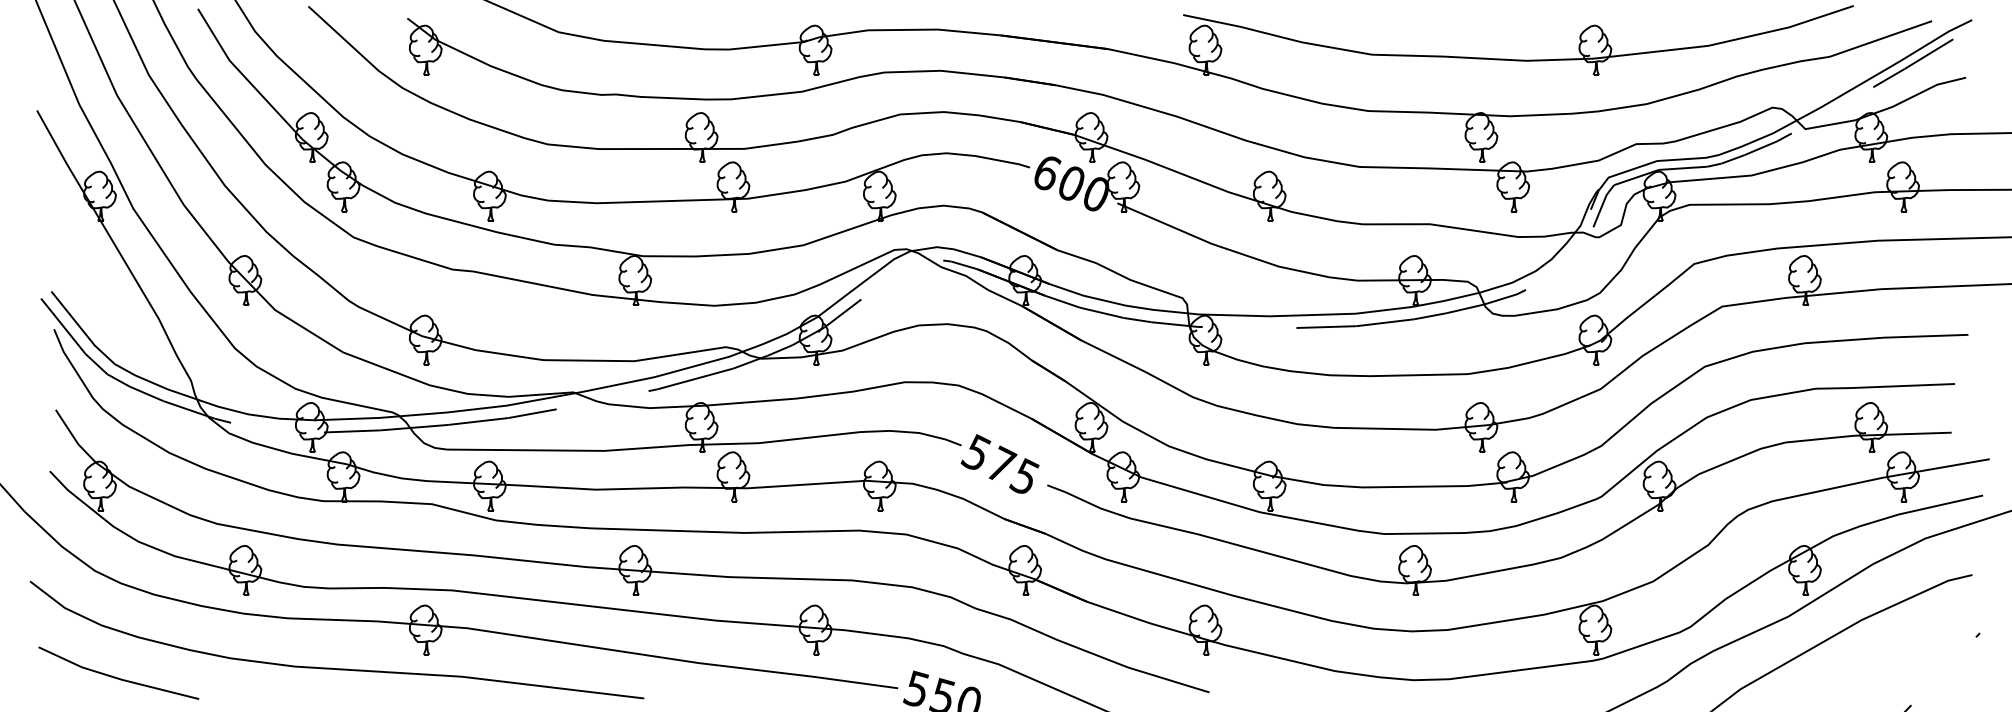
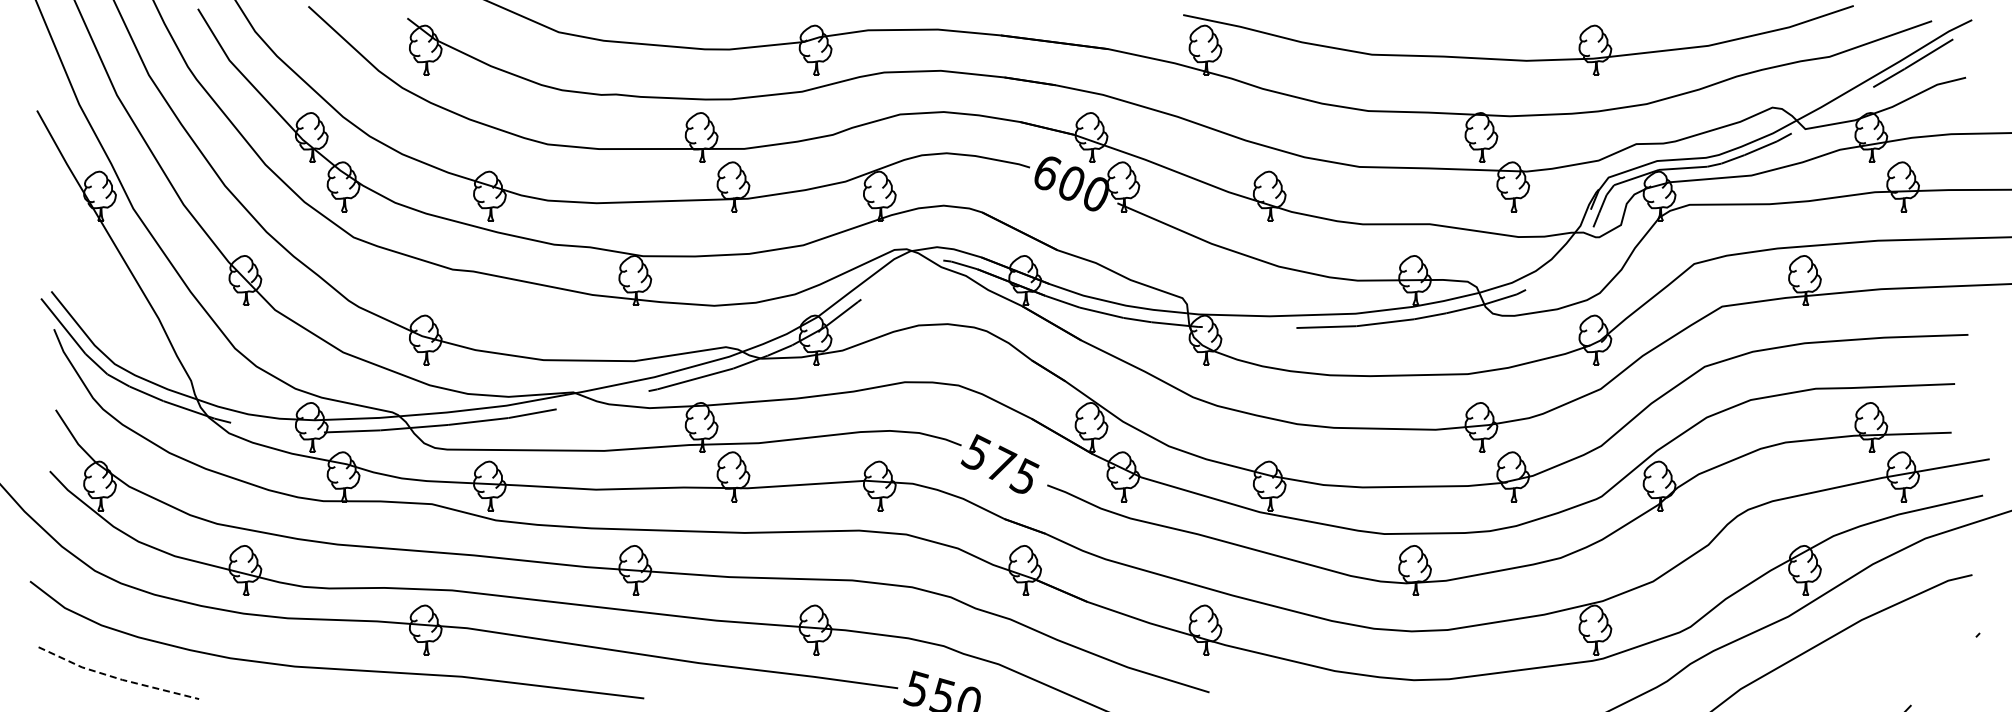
line at (117, 678): solid -> dashed
